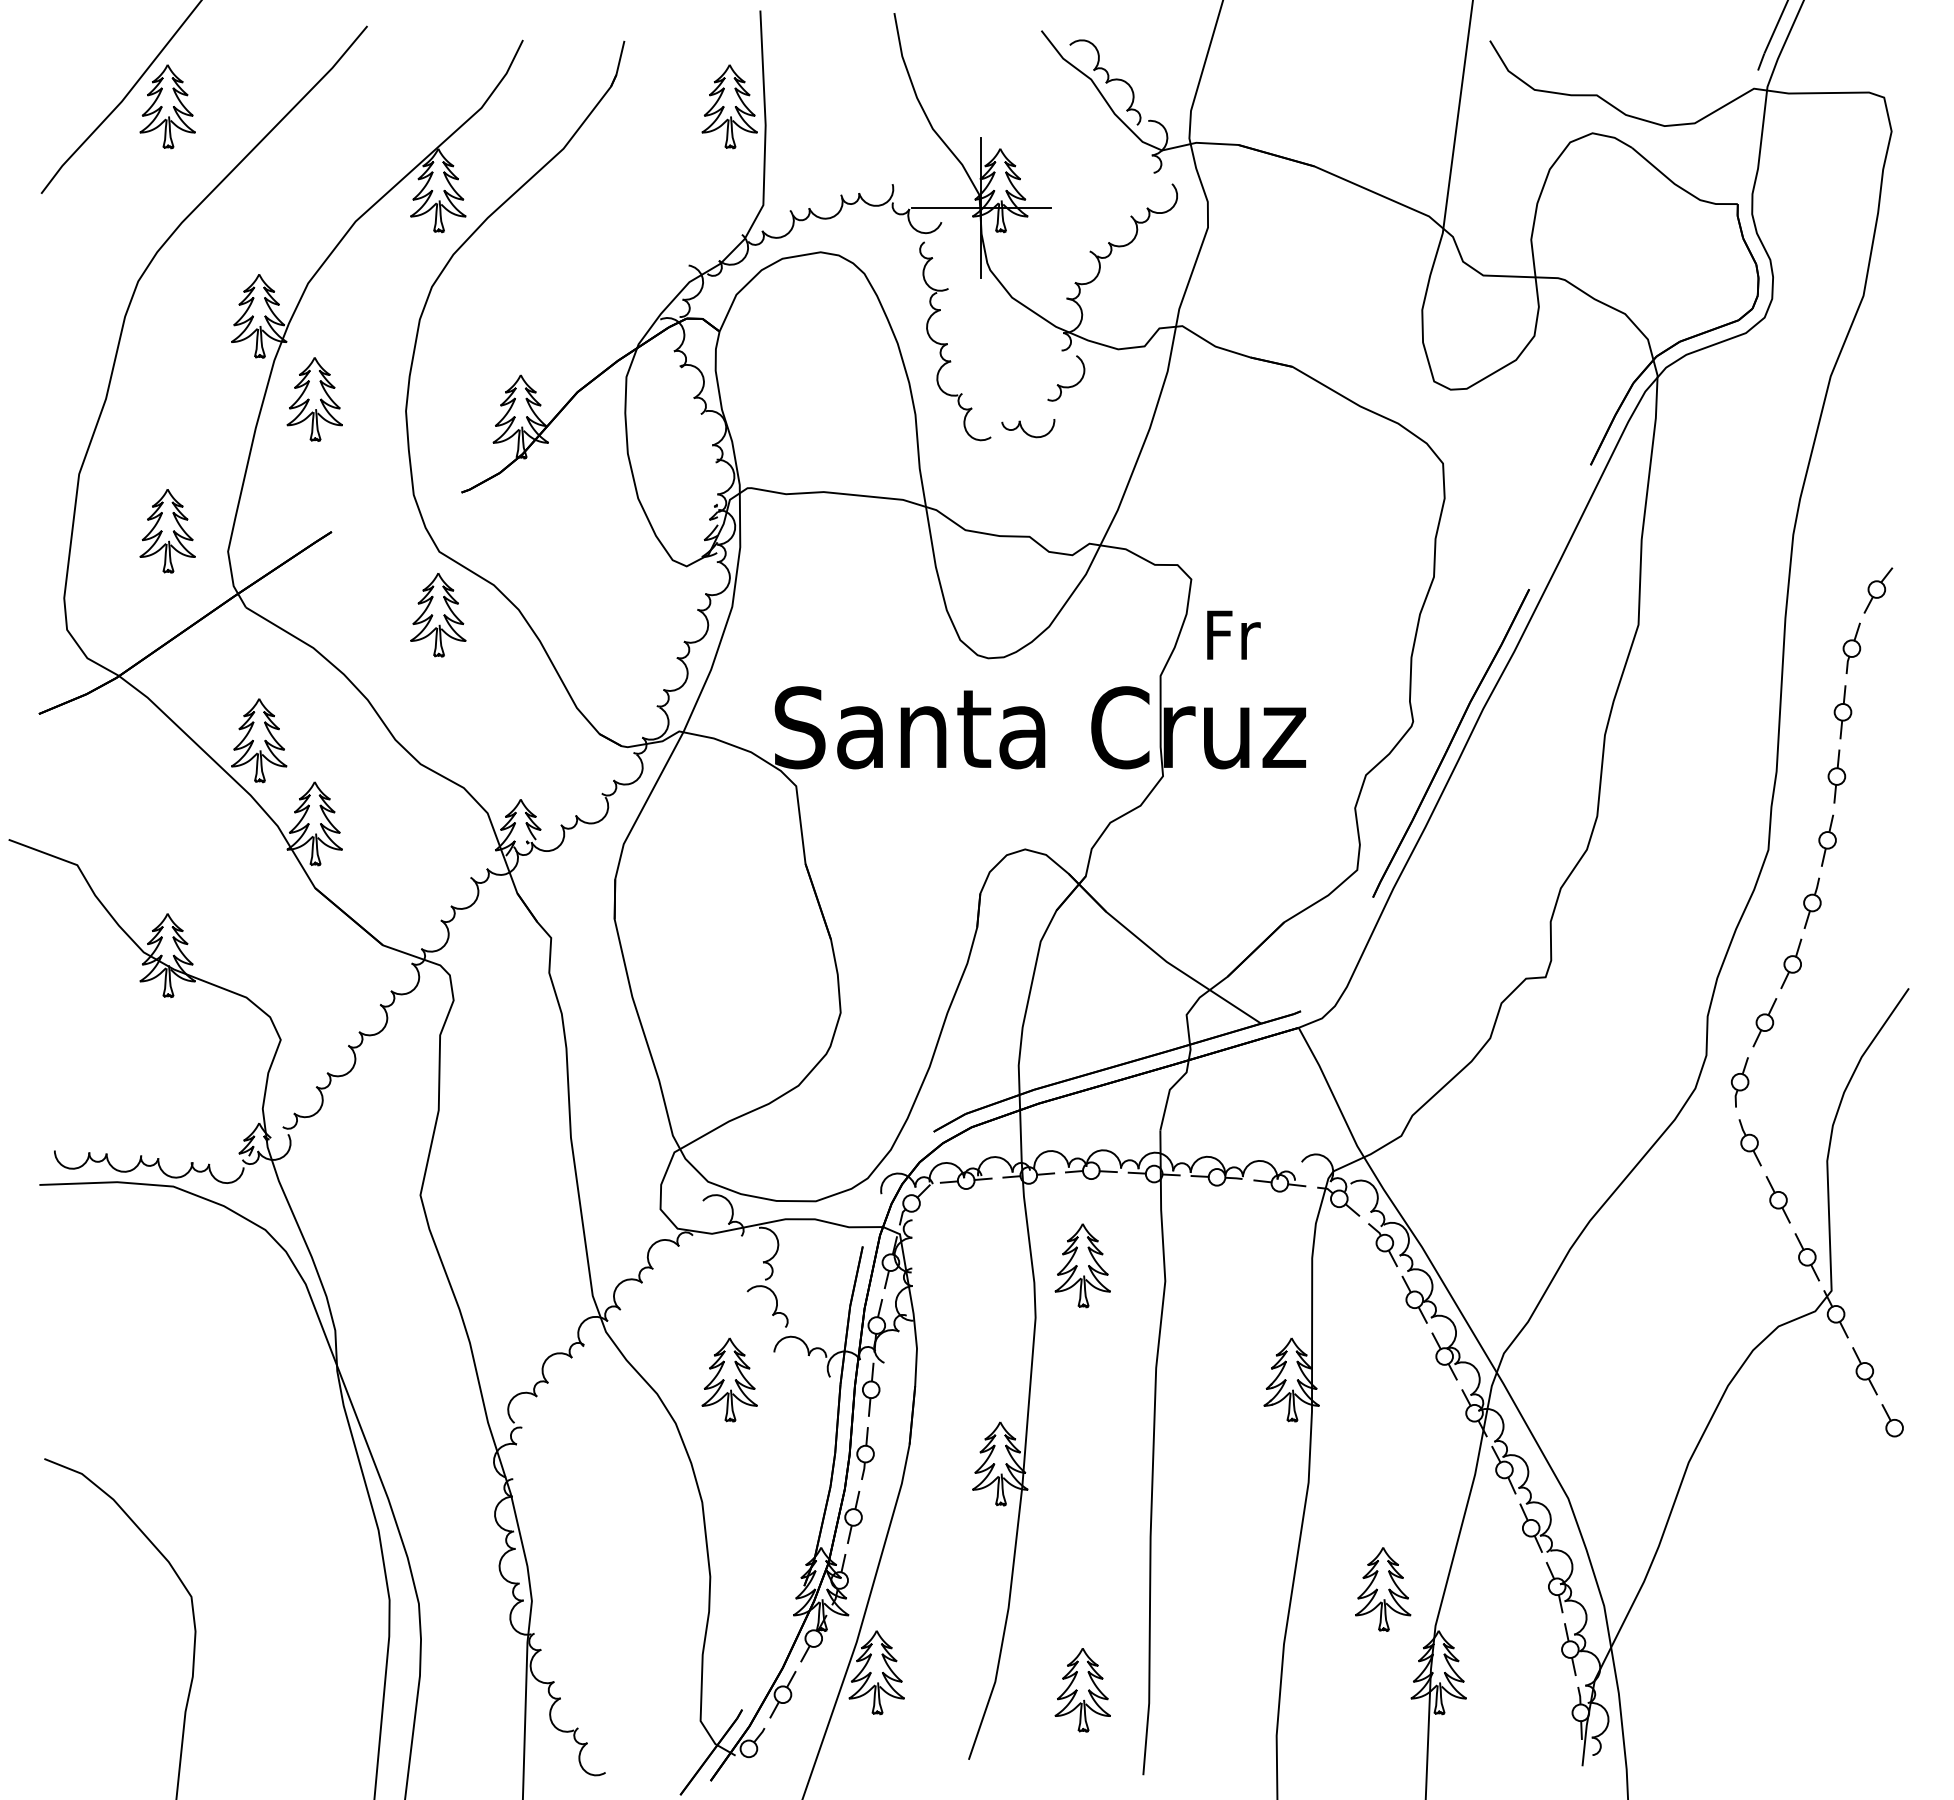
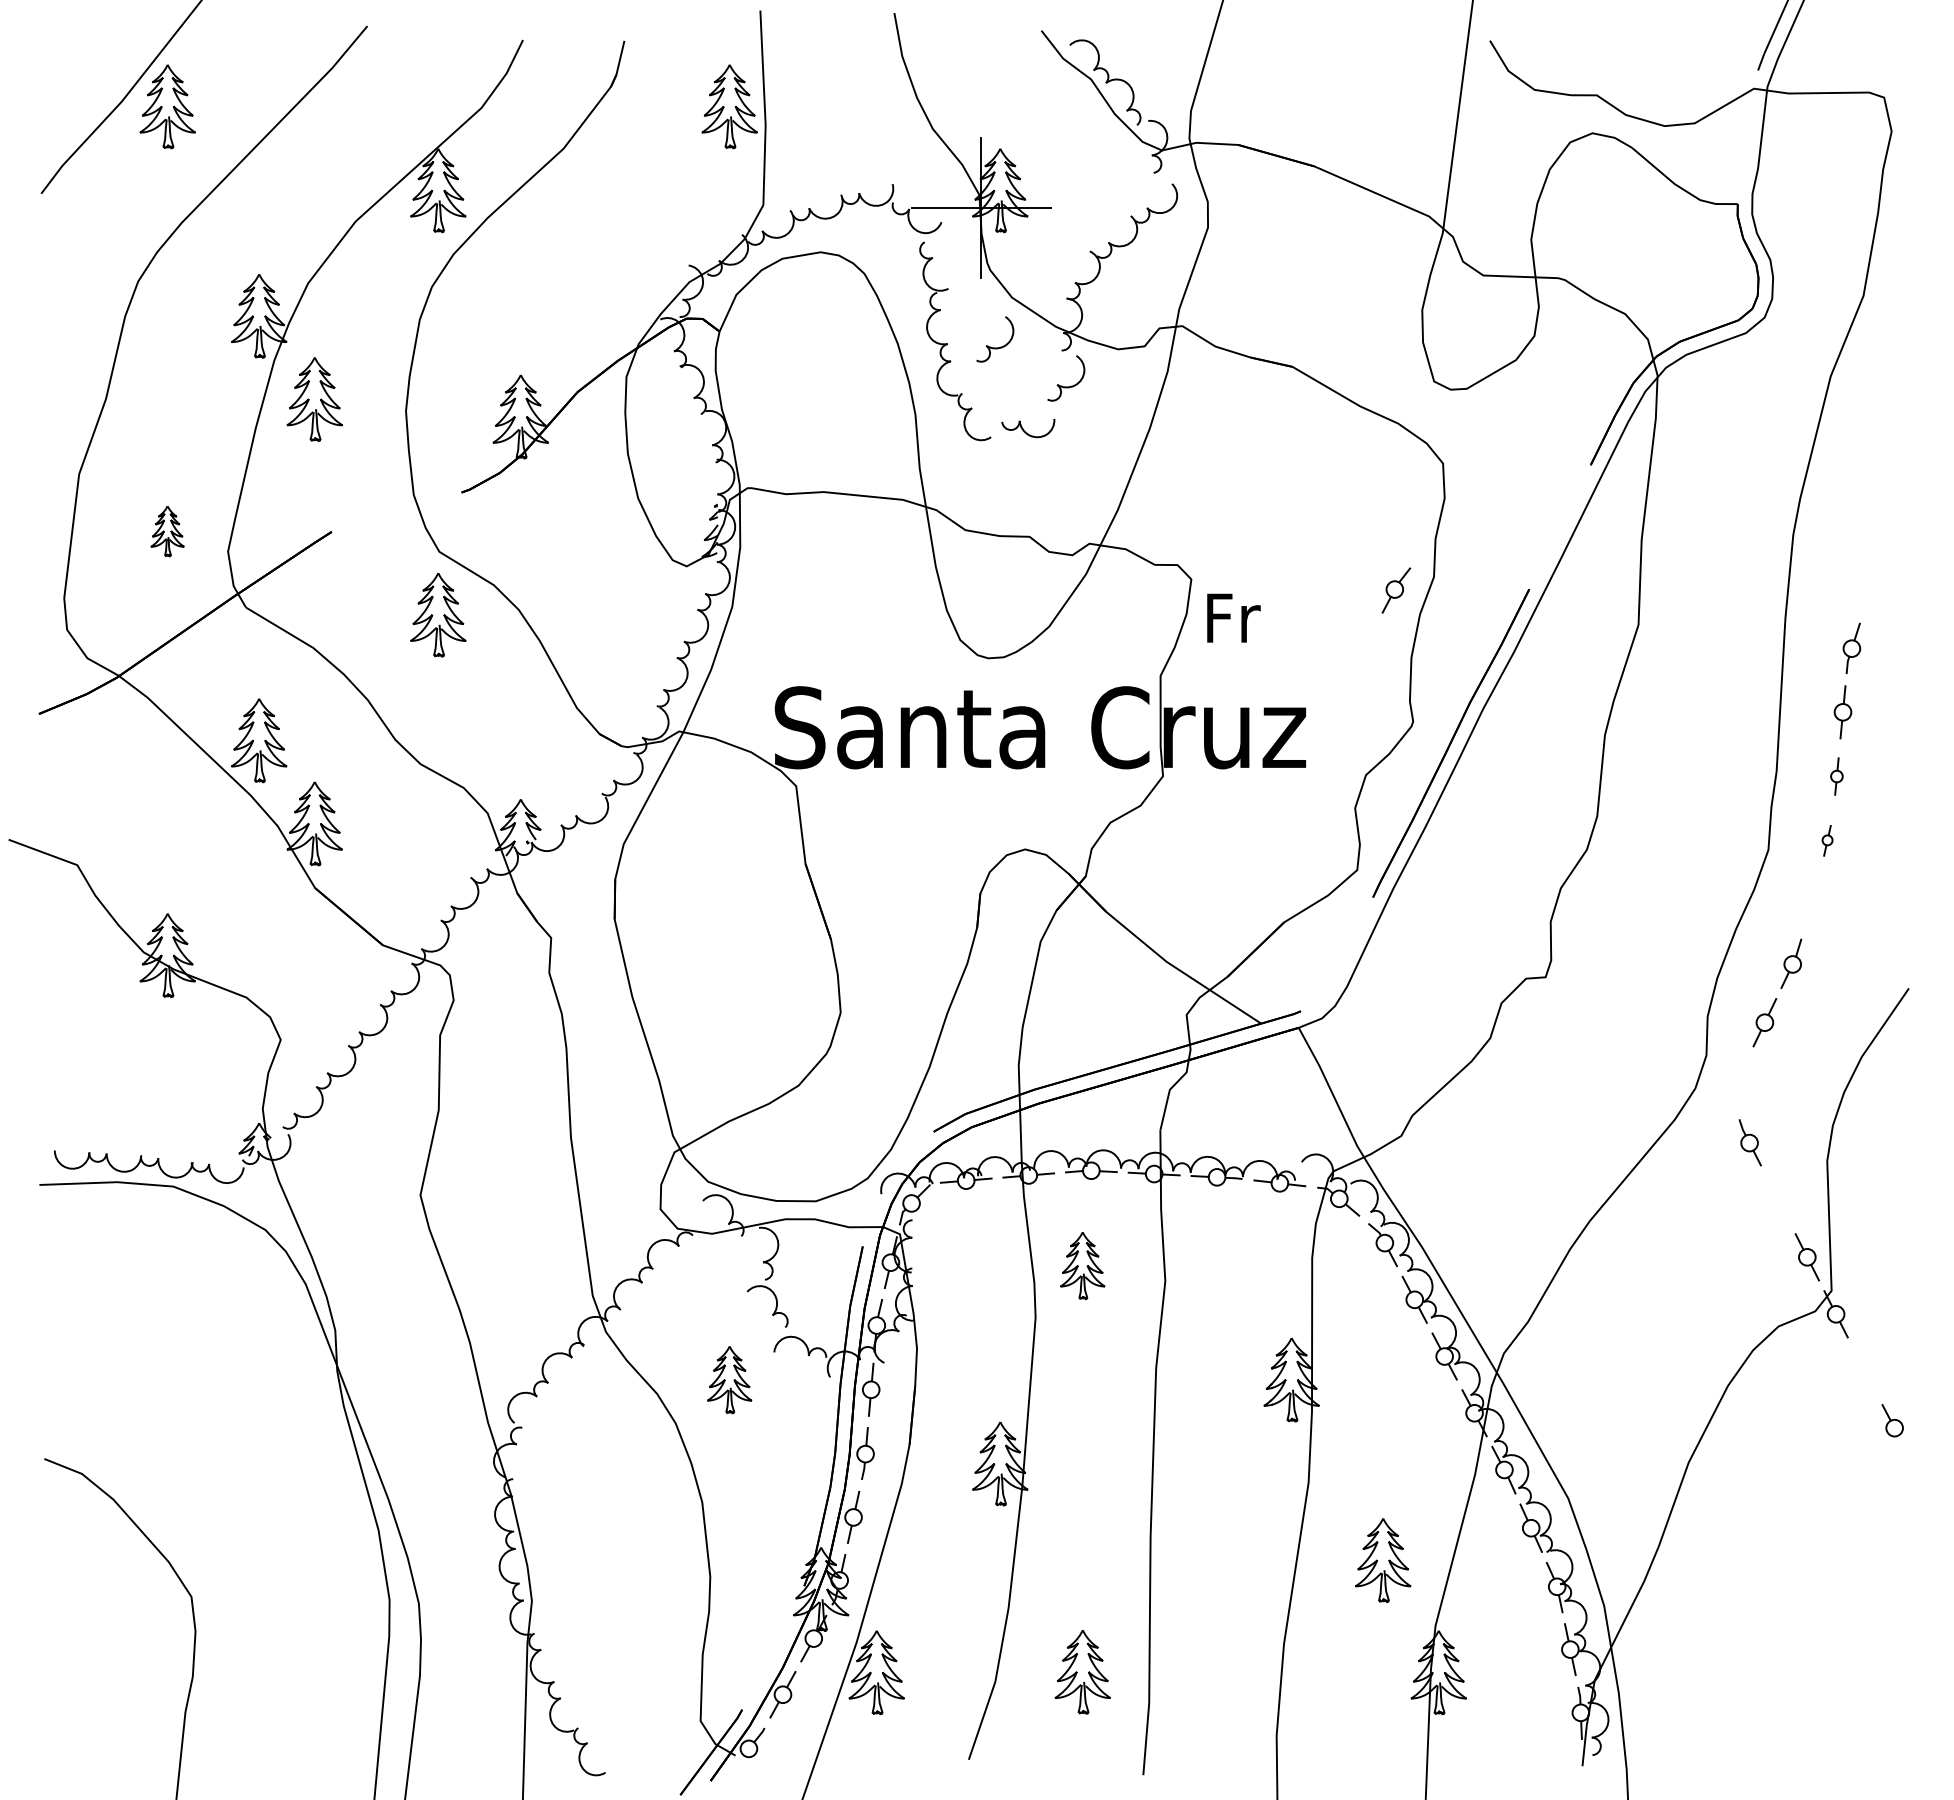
part at (995, 347): none -> present
part at (167, 531) size: 57x85 px -> 35x52 px
part at (1878, 590) position: (1878, 590) -> (1396, 590)
text at (1233, 634) position: (1233, 634) -> (1233, 617)
part at (1836, 776) size: 20x55 px -> 14x39 px
part at (1827, 840) size: 19x53 px -> 13x32 px
part at (1812, 902): present -> none
part at (1739, 1082): present -> none
part at (1777, 1199): present -> none
part at (1082, 1265) size: 57x86 px -> 46x69 px
part at (1864, 1371): present -> none
part at (729, 1379) size: 57x86 px -> 46x69 px
part at (1383, 1589) position: (1383, 1589) -> (1383, 1560)
part at (1082, 1690) position: (1082, 1690) -> (1082, 1672)
